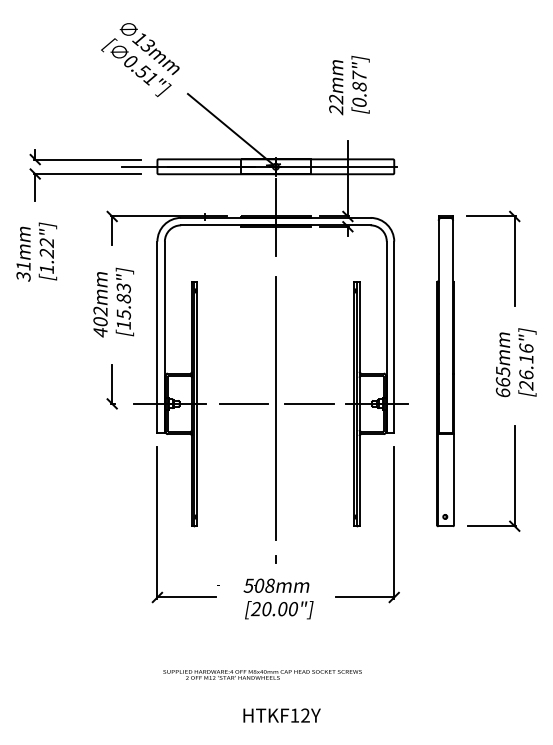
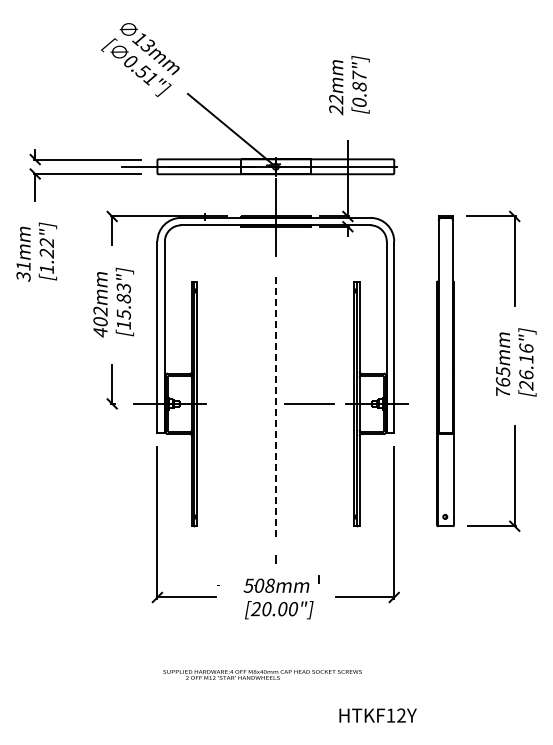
text at (502, 392): 665mm -> 765mm
line at (243, 403): present -> none
line at (275, 408): solid -> dashed
line at (318, 579): none -> present
text at (281, 715) position: (281, 715) -> (377, 715)
